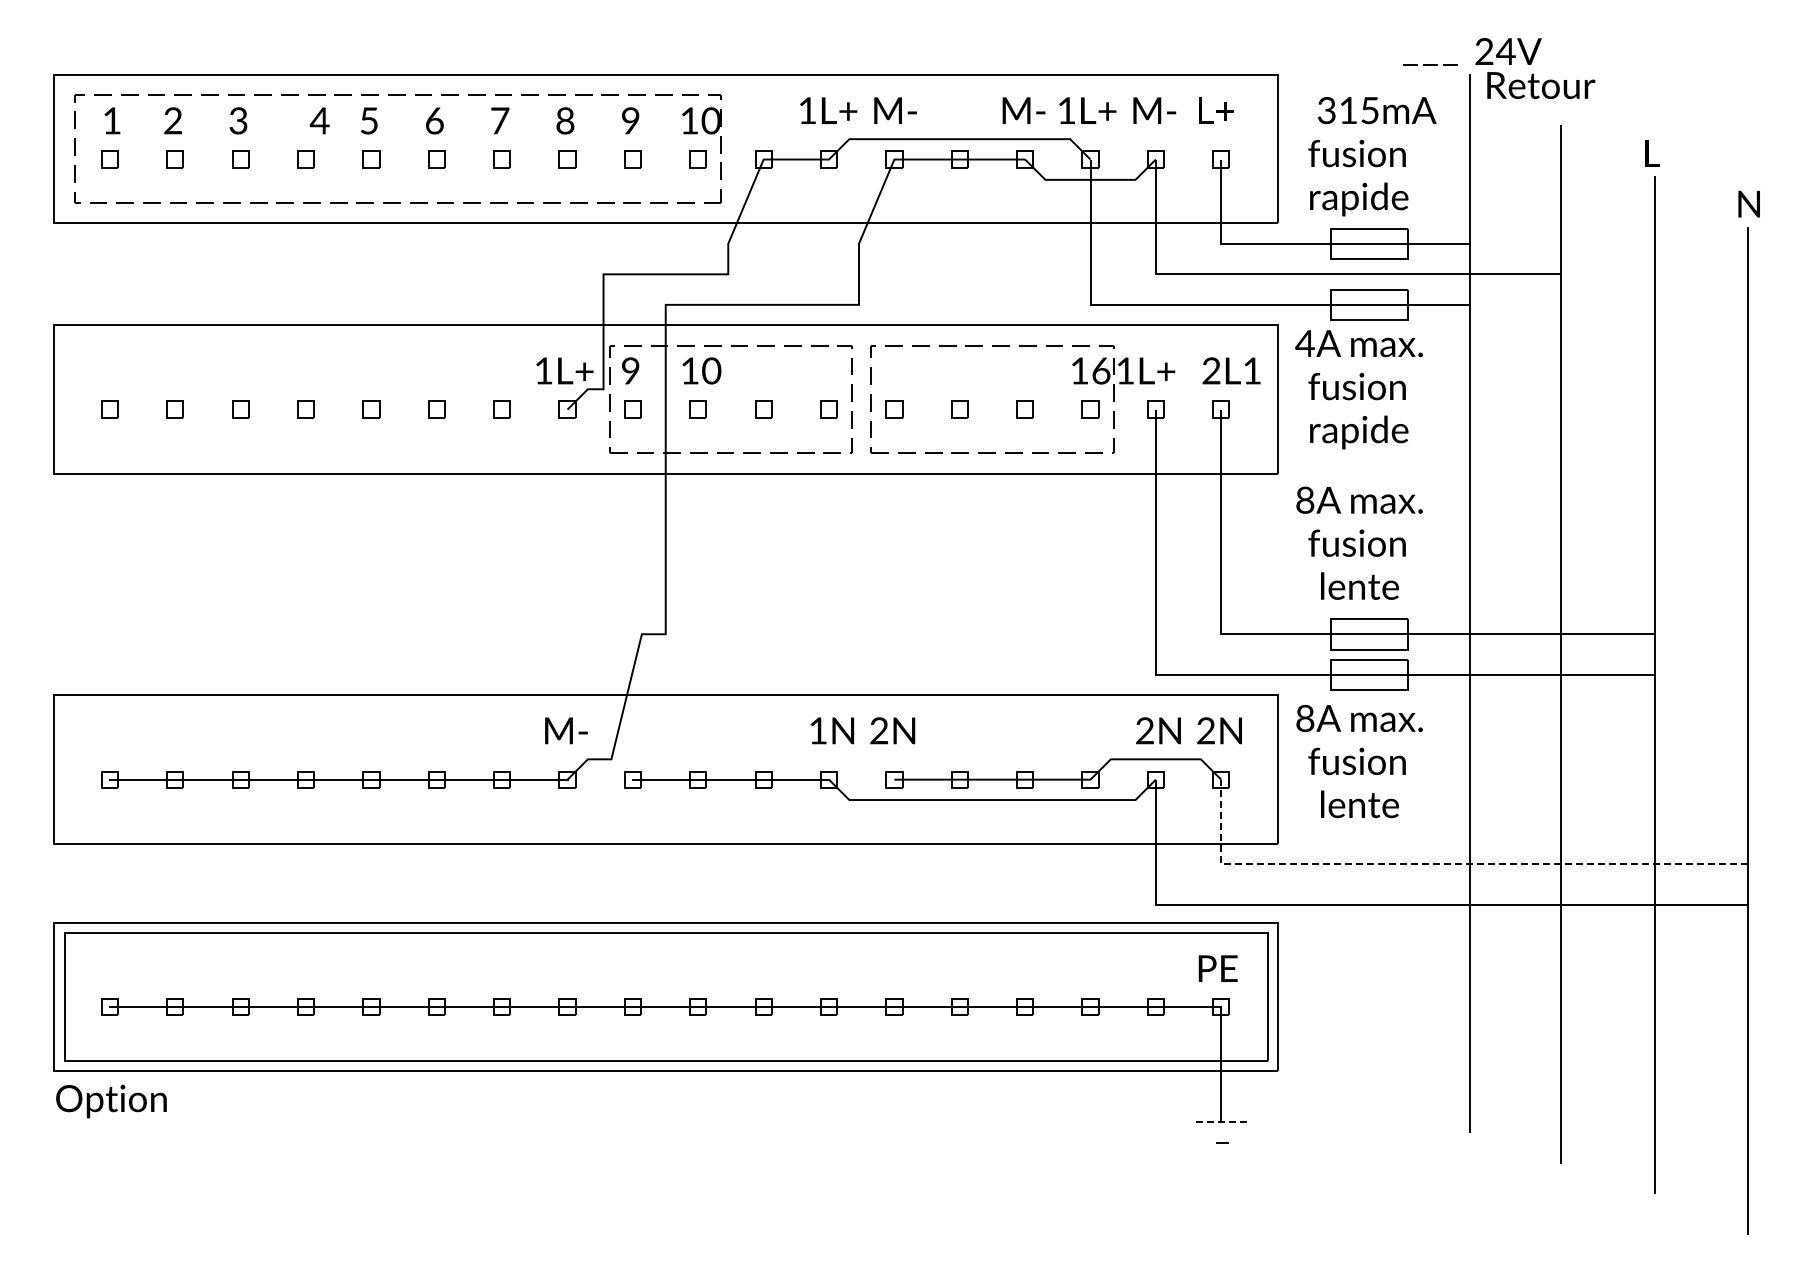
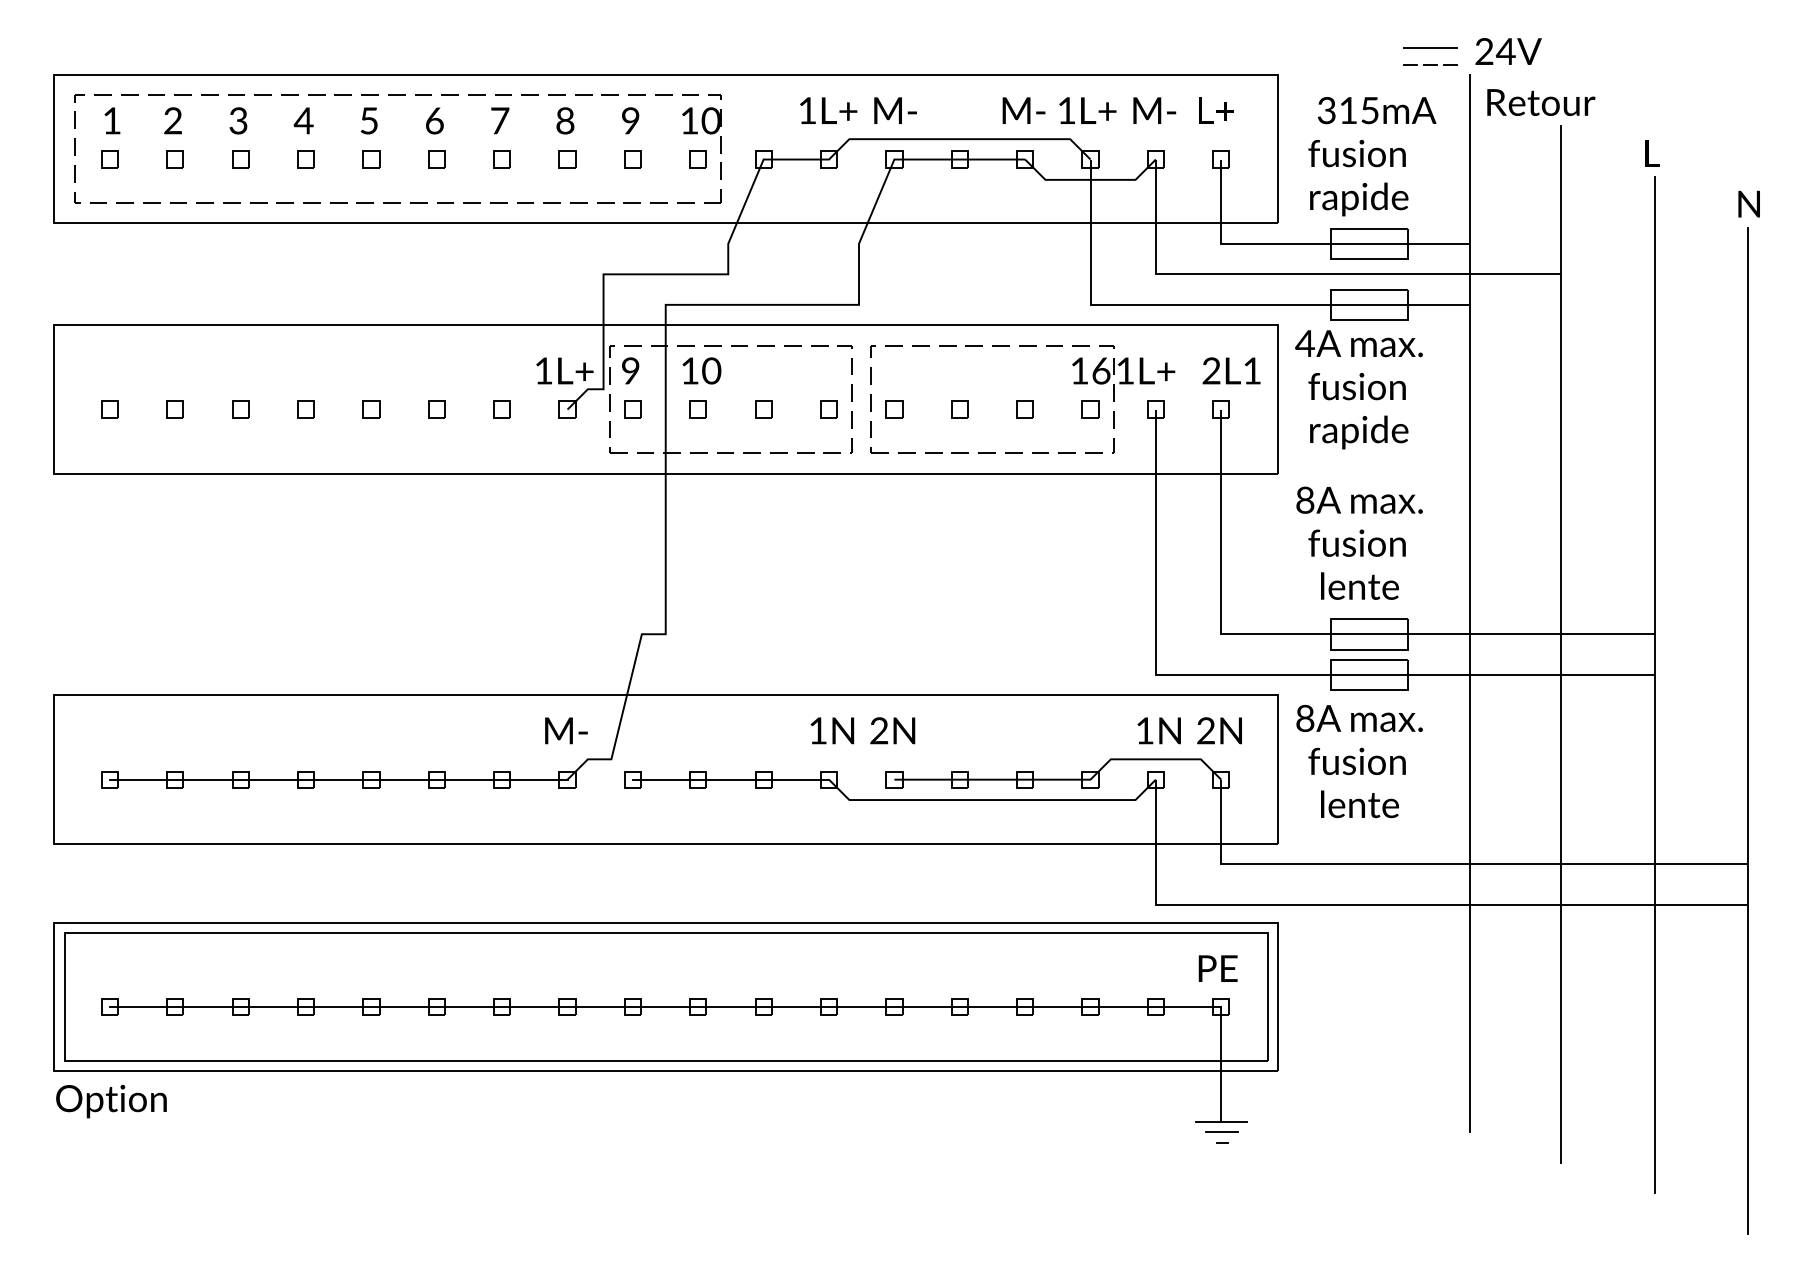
line at (1430, 47): none -> present
text at (1541, 85) position: (1541, 85) -> (1541, 102)
text at (319, 120) position: (319, 120) -> (303, 120)
text at (1144, 730): 2N -> 1N
line at (1441, 863): dashed -> solid
line at (1221, 1122): dashed -> solid
line at (1221, 1132): none -> present
